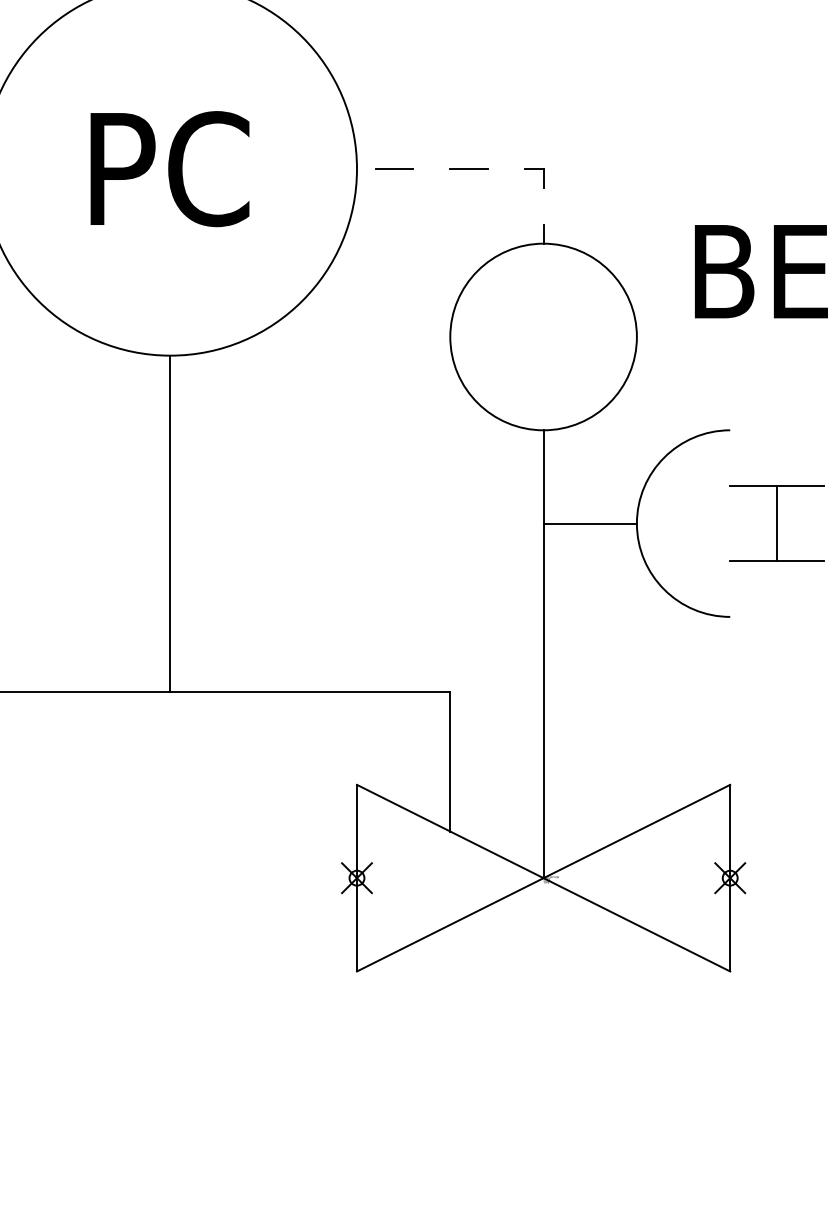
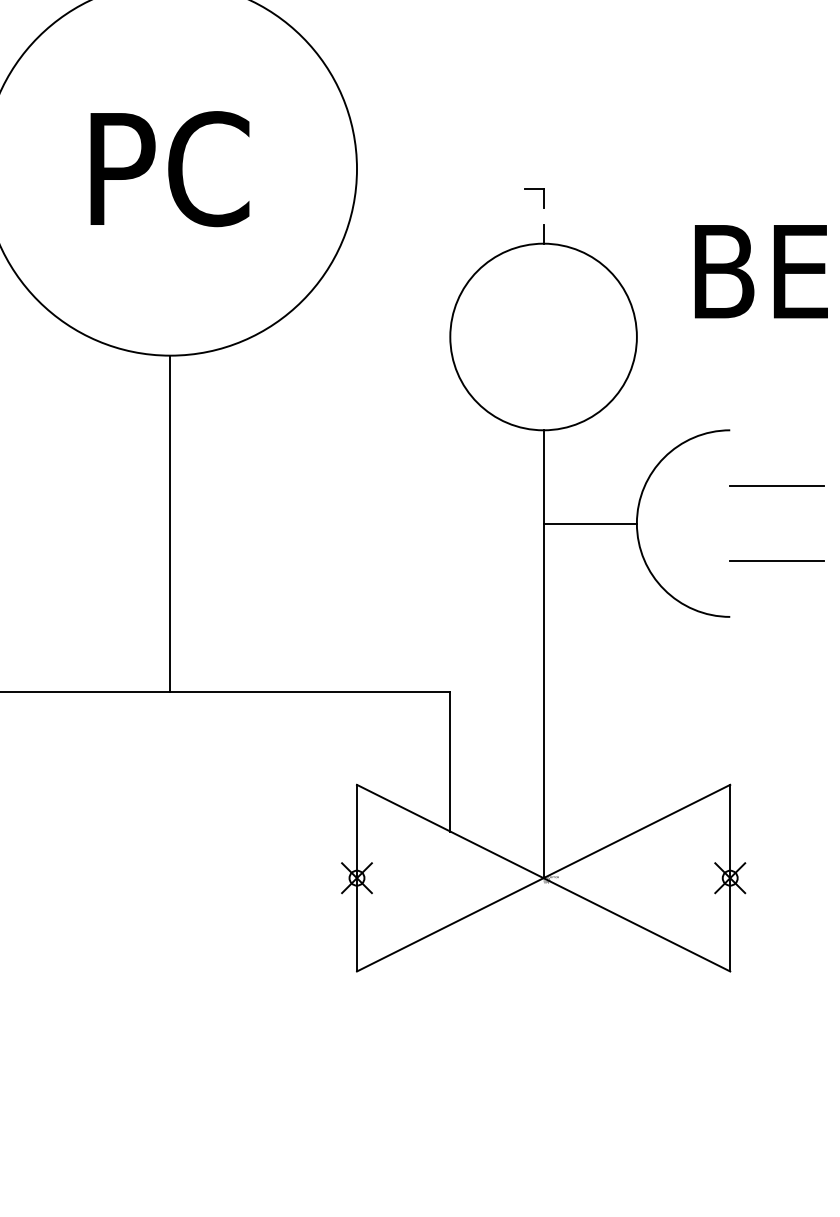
line at (393, 169): present -> none
line at (468, 169): present -> none
part at (534, 169) position: (534, 169) -> (534, 189)
line at (776, 523): present -> none
